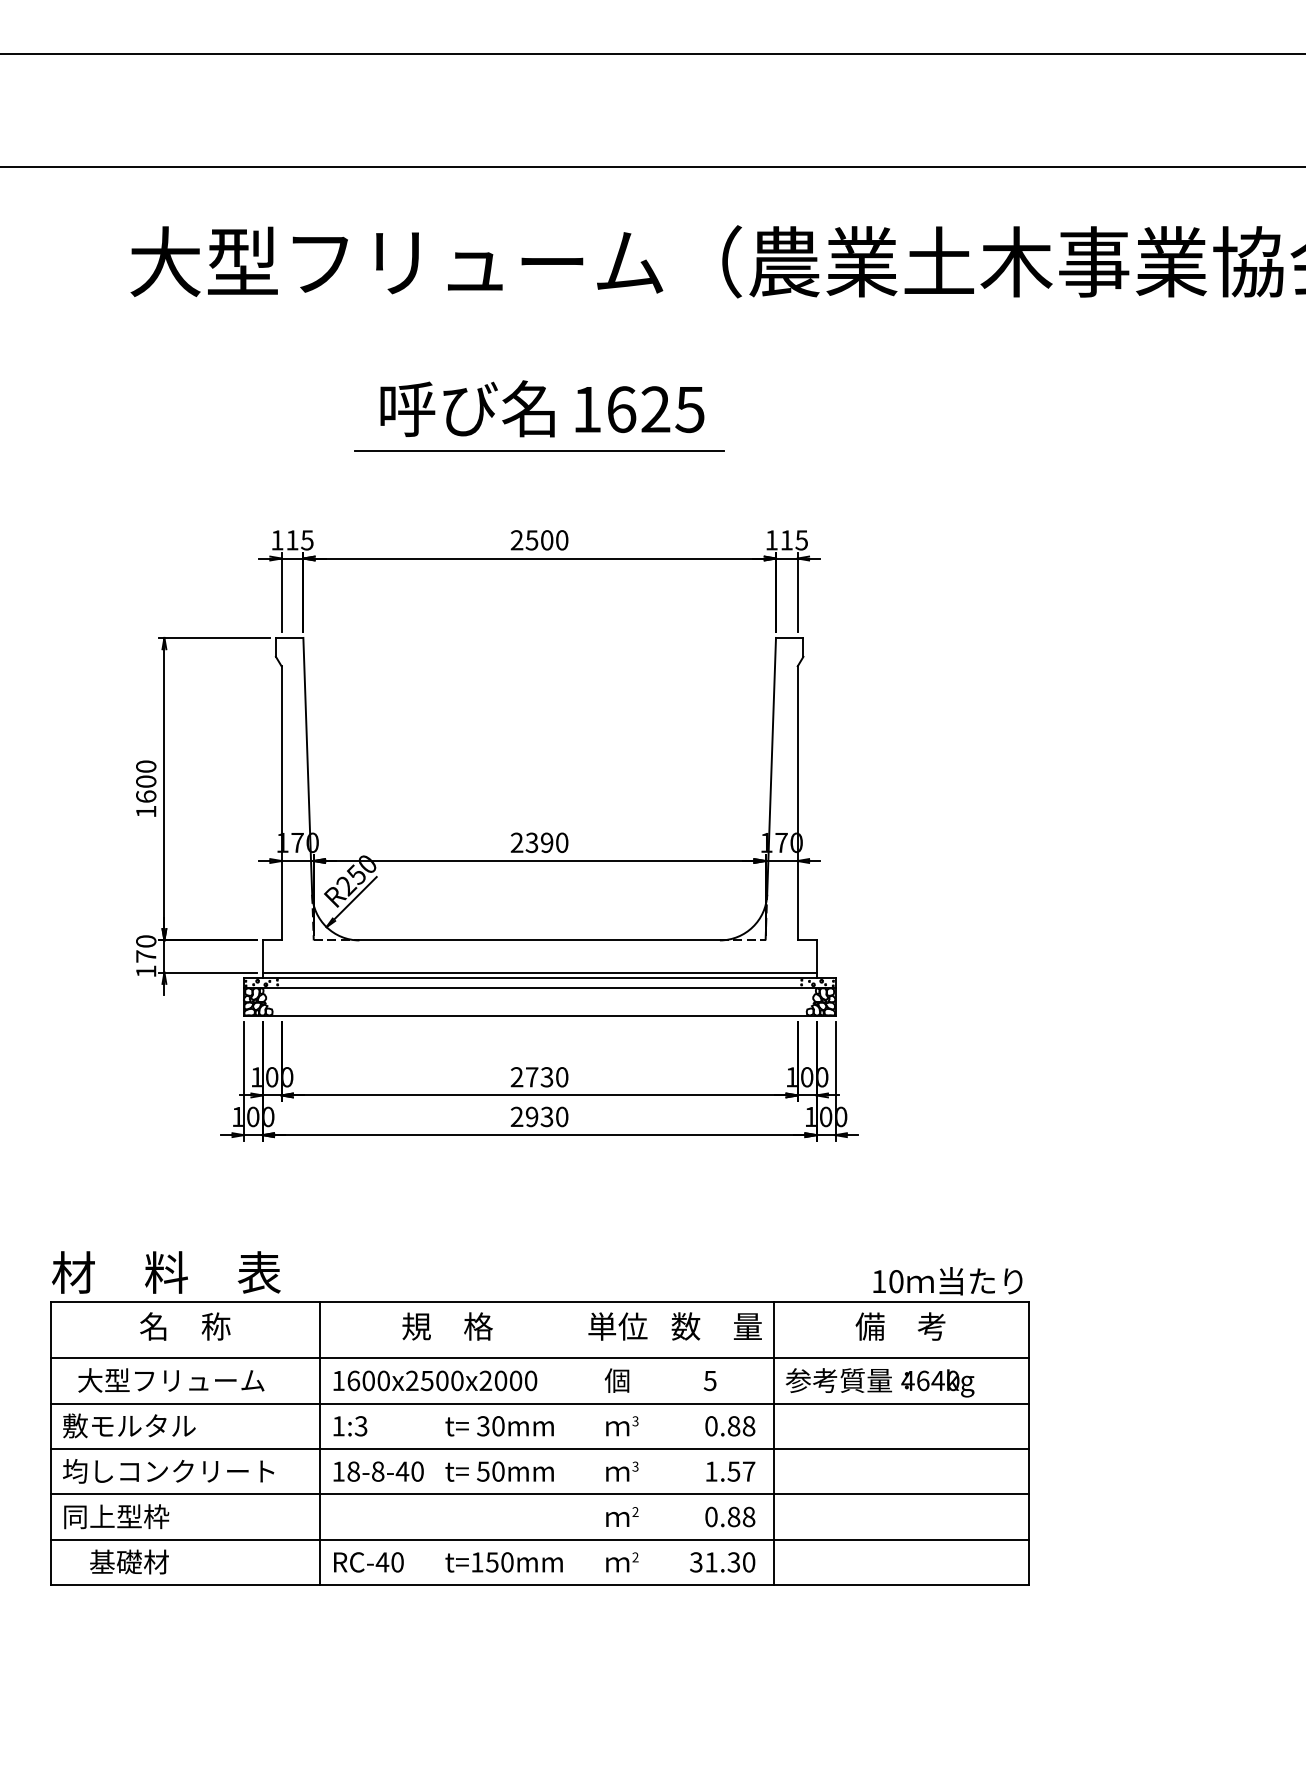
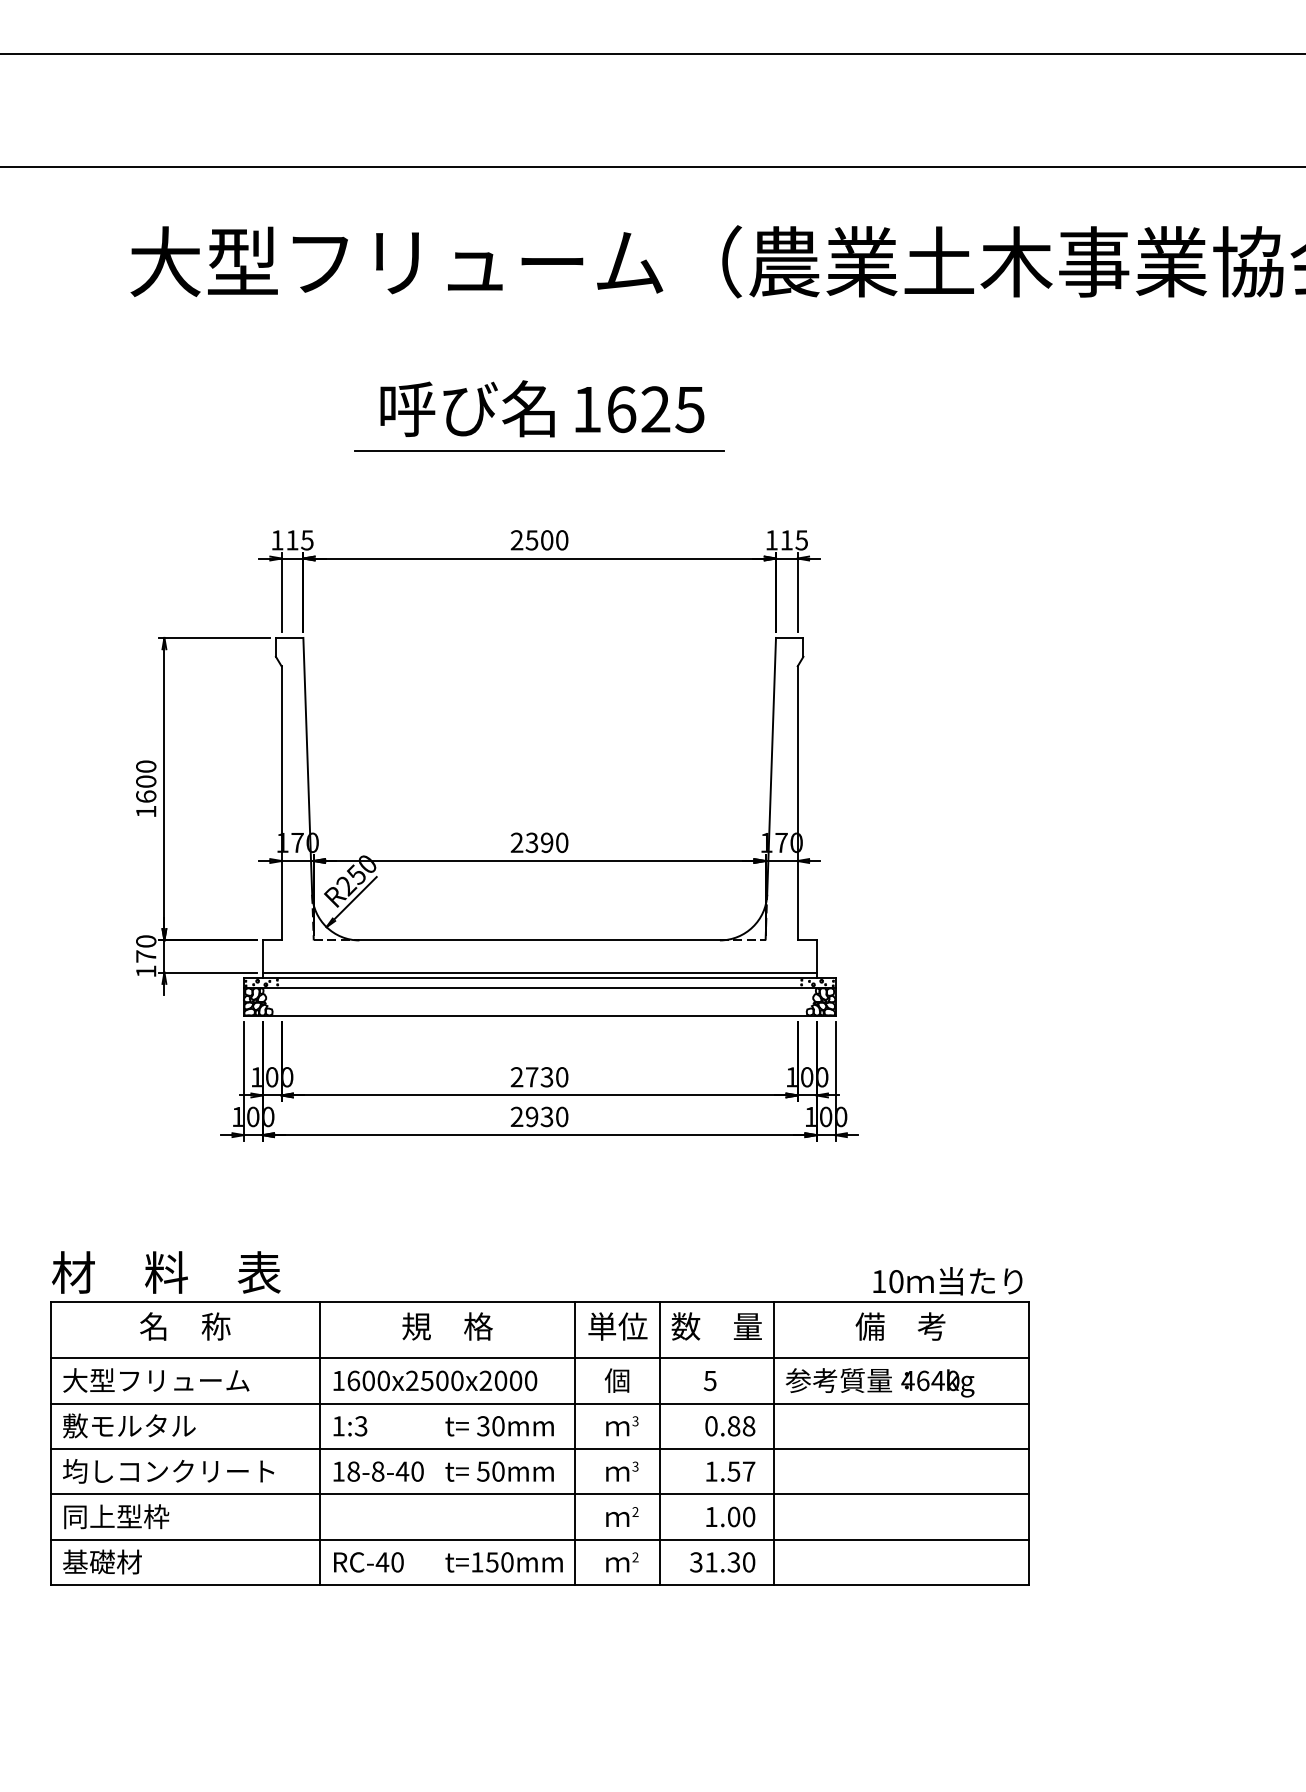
text at (171, 1380) position: (171, 1380) -> (156, 1380)
line at (575, 1443): none -> present
line at (660, 1443): none -> present
text at (730, 1516): 0.88 -> 1.00
text at (129, 1561) position: (129, 1561) -> (102, 1561)
